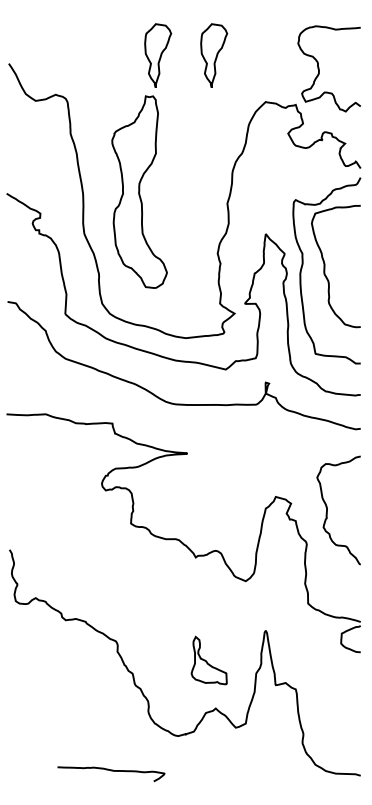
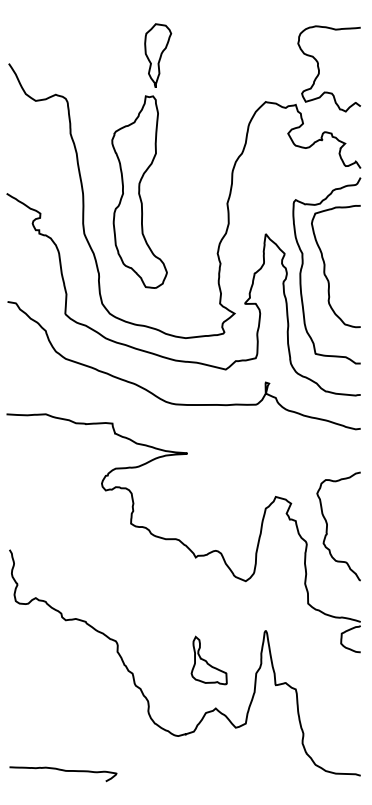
part at (214, 55): present -> none
curve at (327, 510) position: (327, 510) -> (327, 526)
curve at (111, 771) position: (111, 771) -> (63, 771)
